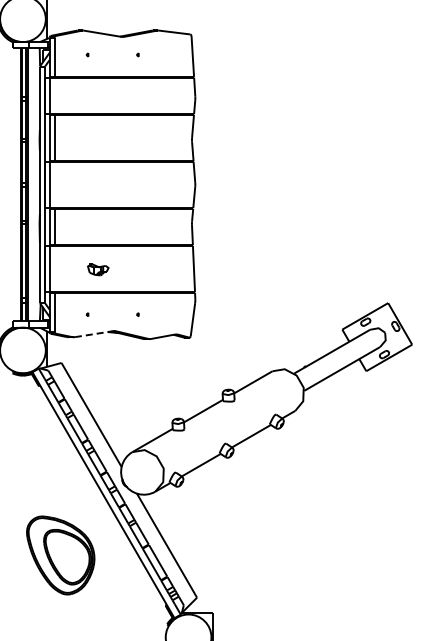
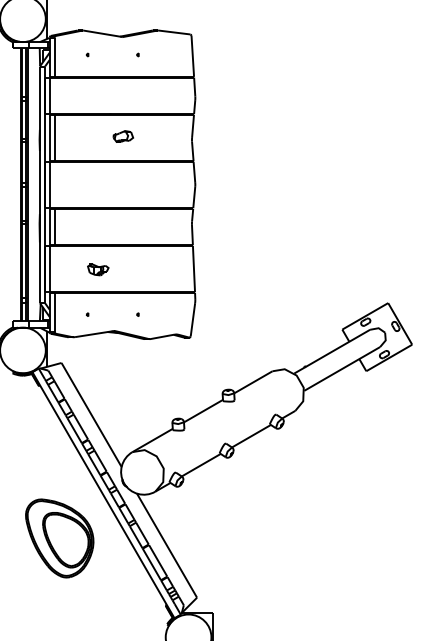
part at (122, 136): none -> present
line at (94, 334): dashed -> solid
part at (60, 555) position: (60, 555) -> (59, 538)
